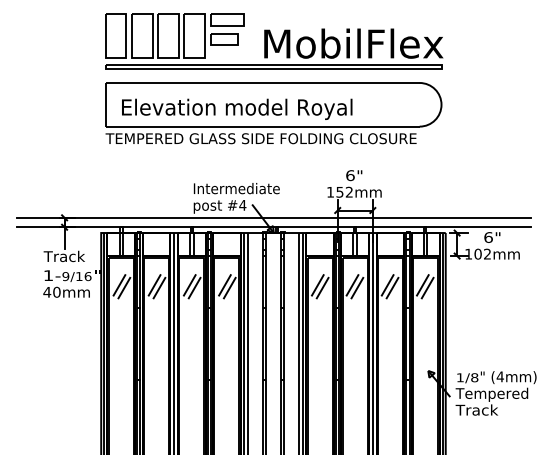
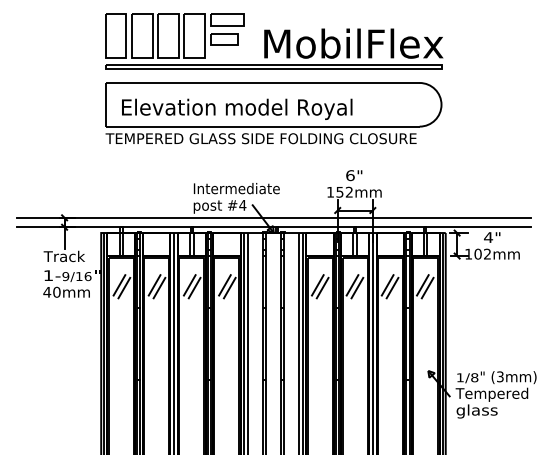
text at (488, 237): 6" -> 4"
text at (499, 376): (4mm) -> (3mm)
text at (476, 411): Track -> glass
